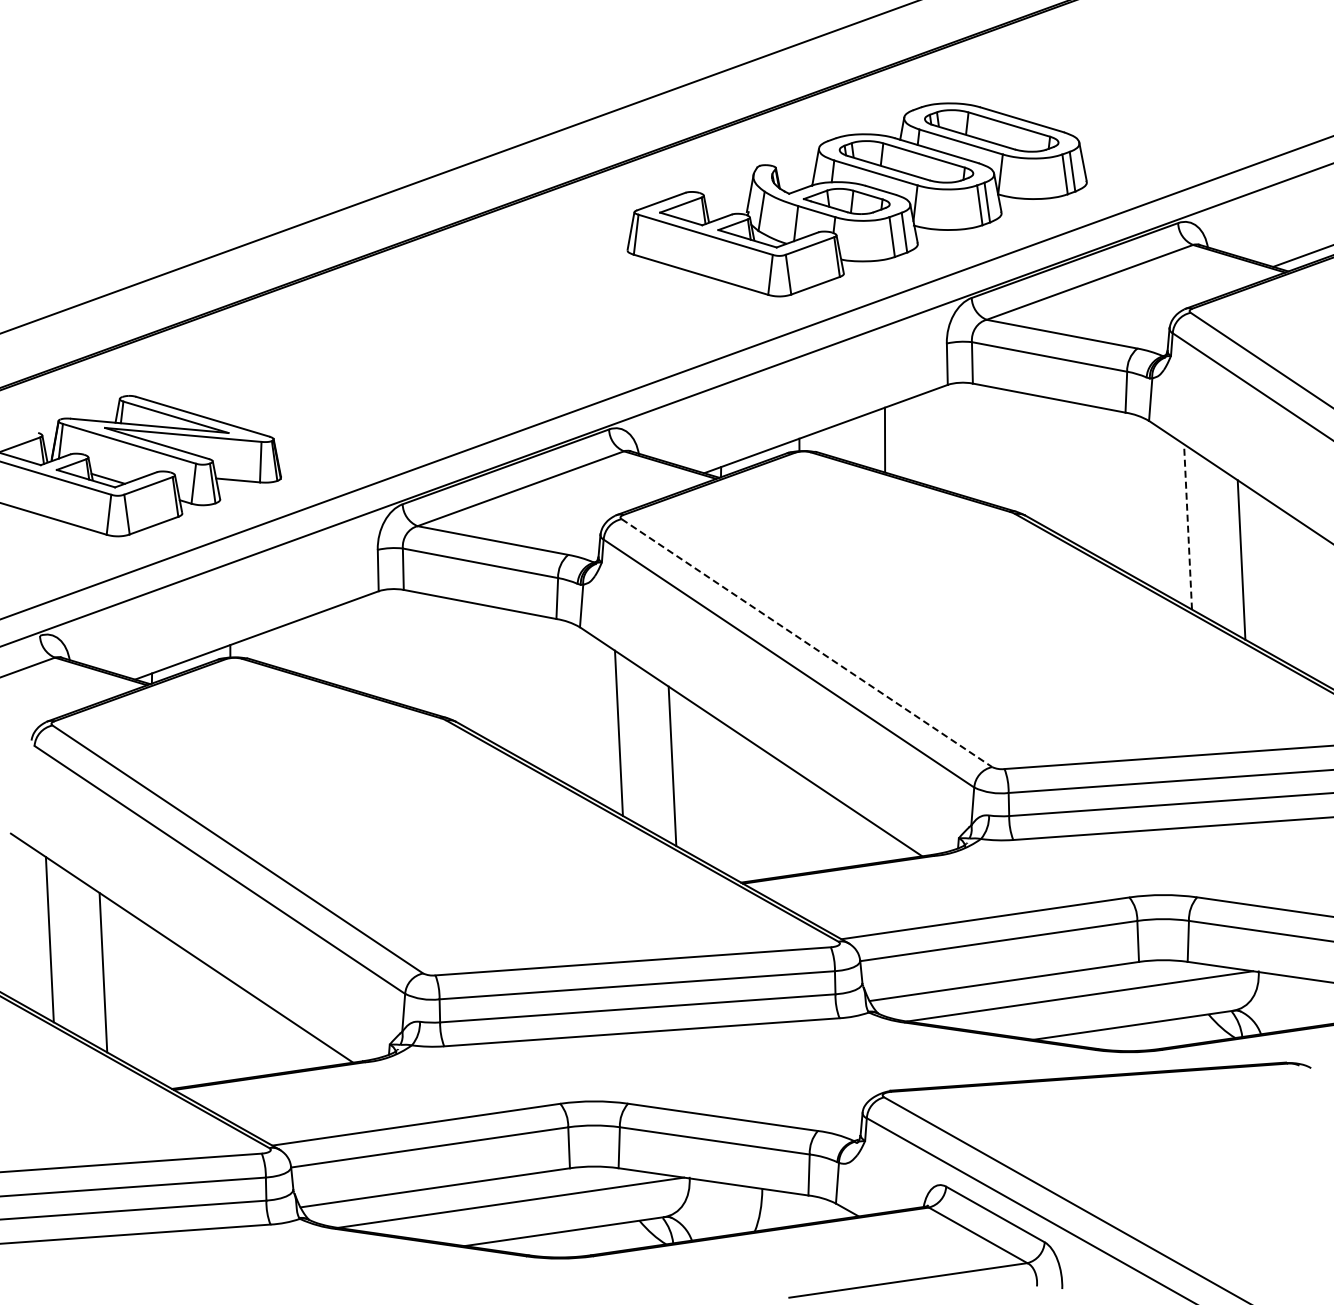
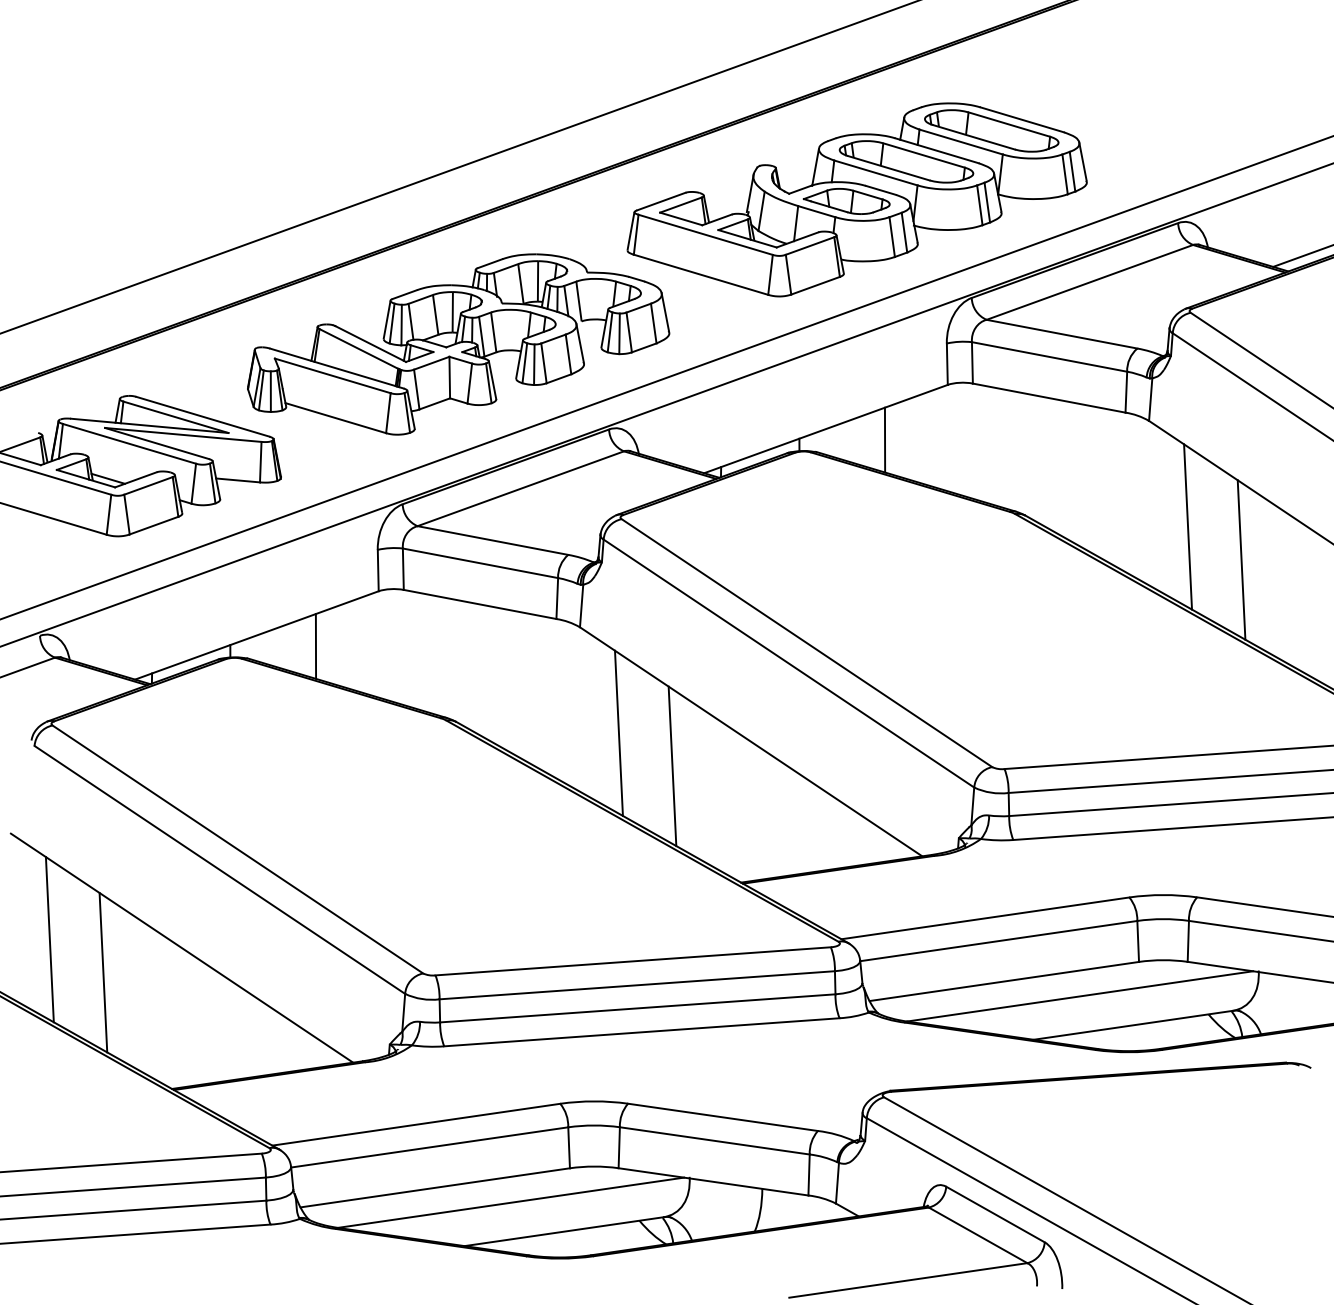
part at (458, 344): none -> present
line at (1188, 526): dashed -> solid
line at (806, 643): dashed -> solid
line at (315, 646): none -> present
